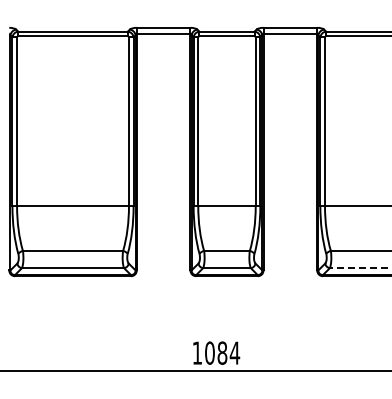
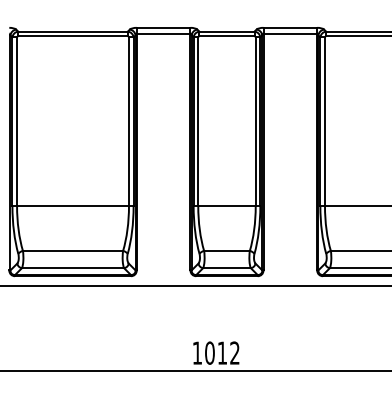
line at (360, 268): dashed -> solid
line at (195, 286): none -> present
text at (228, 352): 1084 -> 1012
